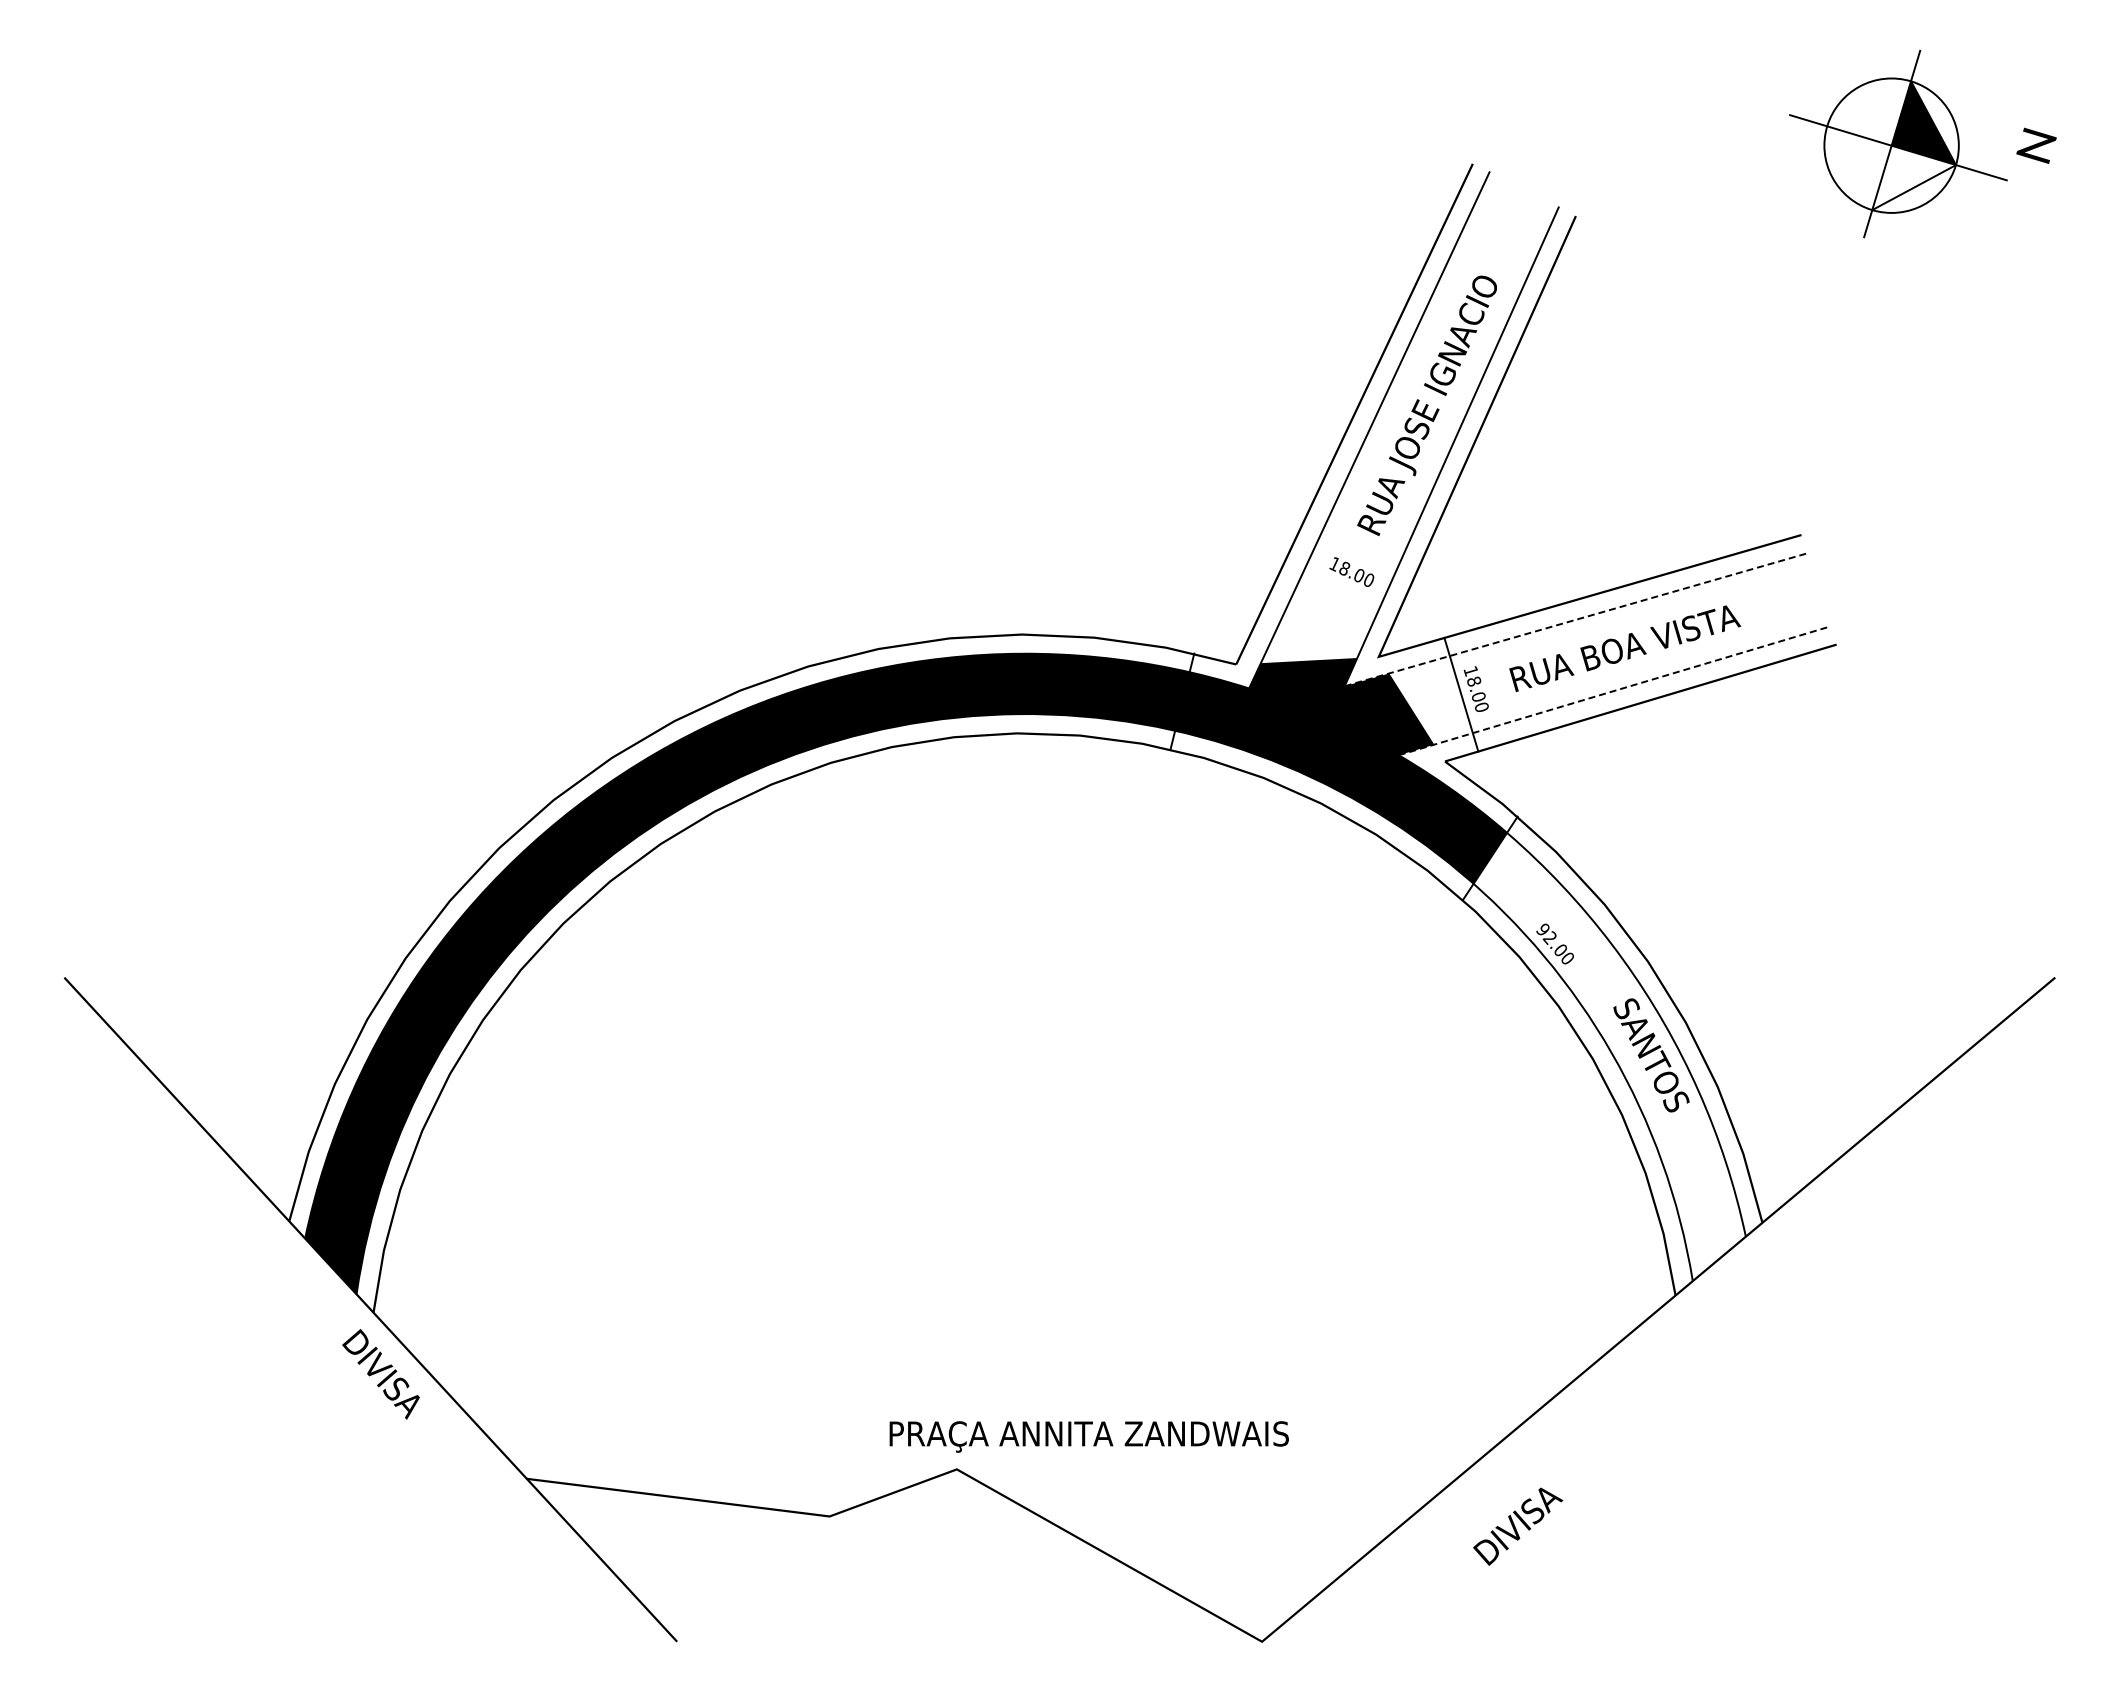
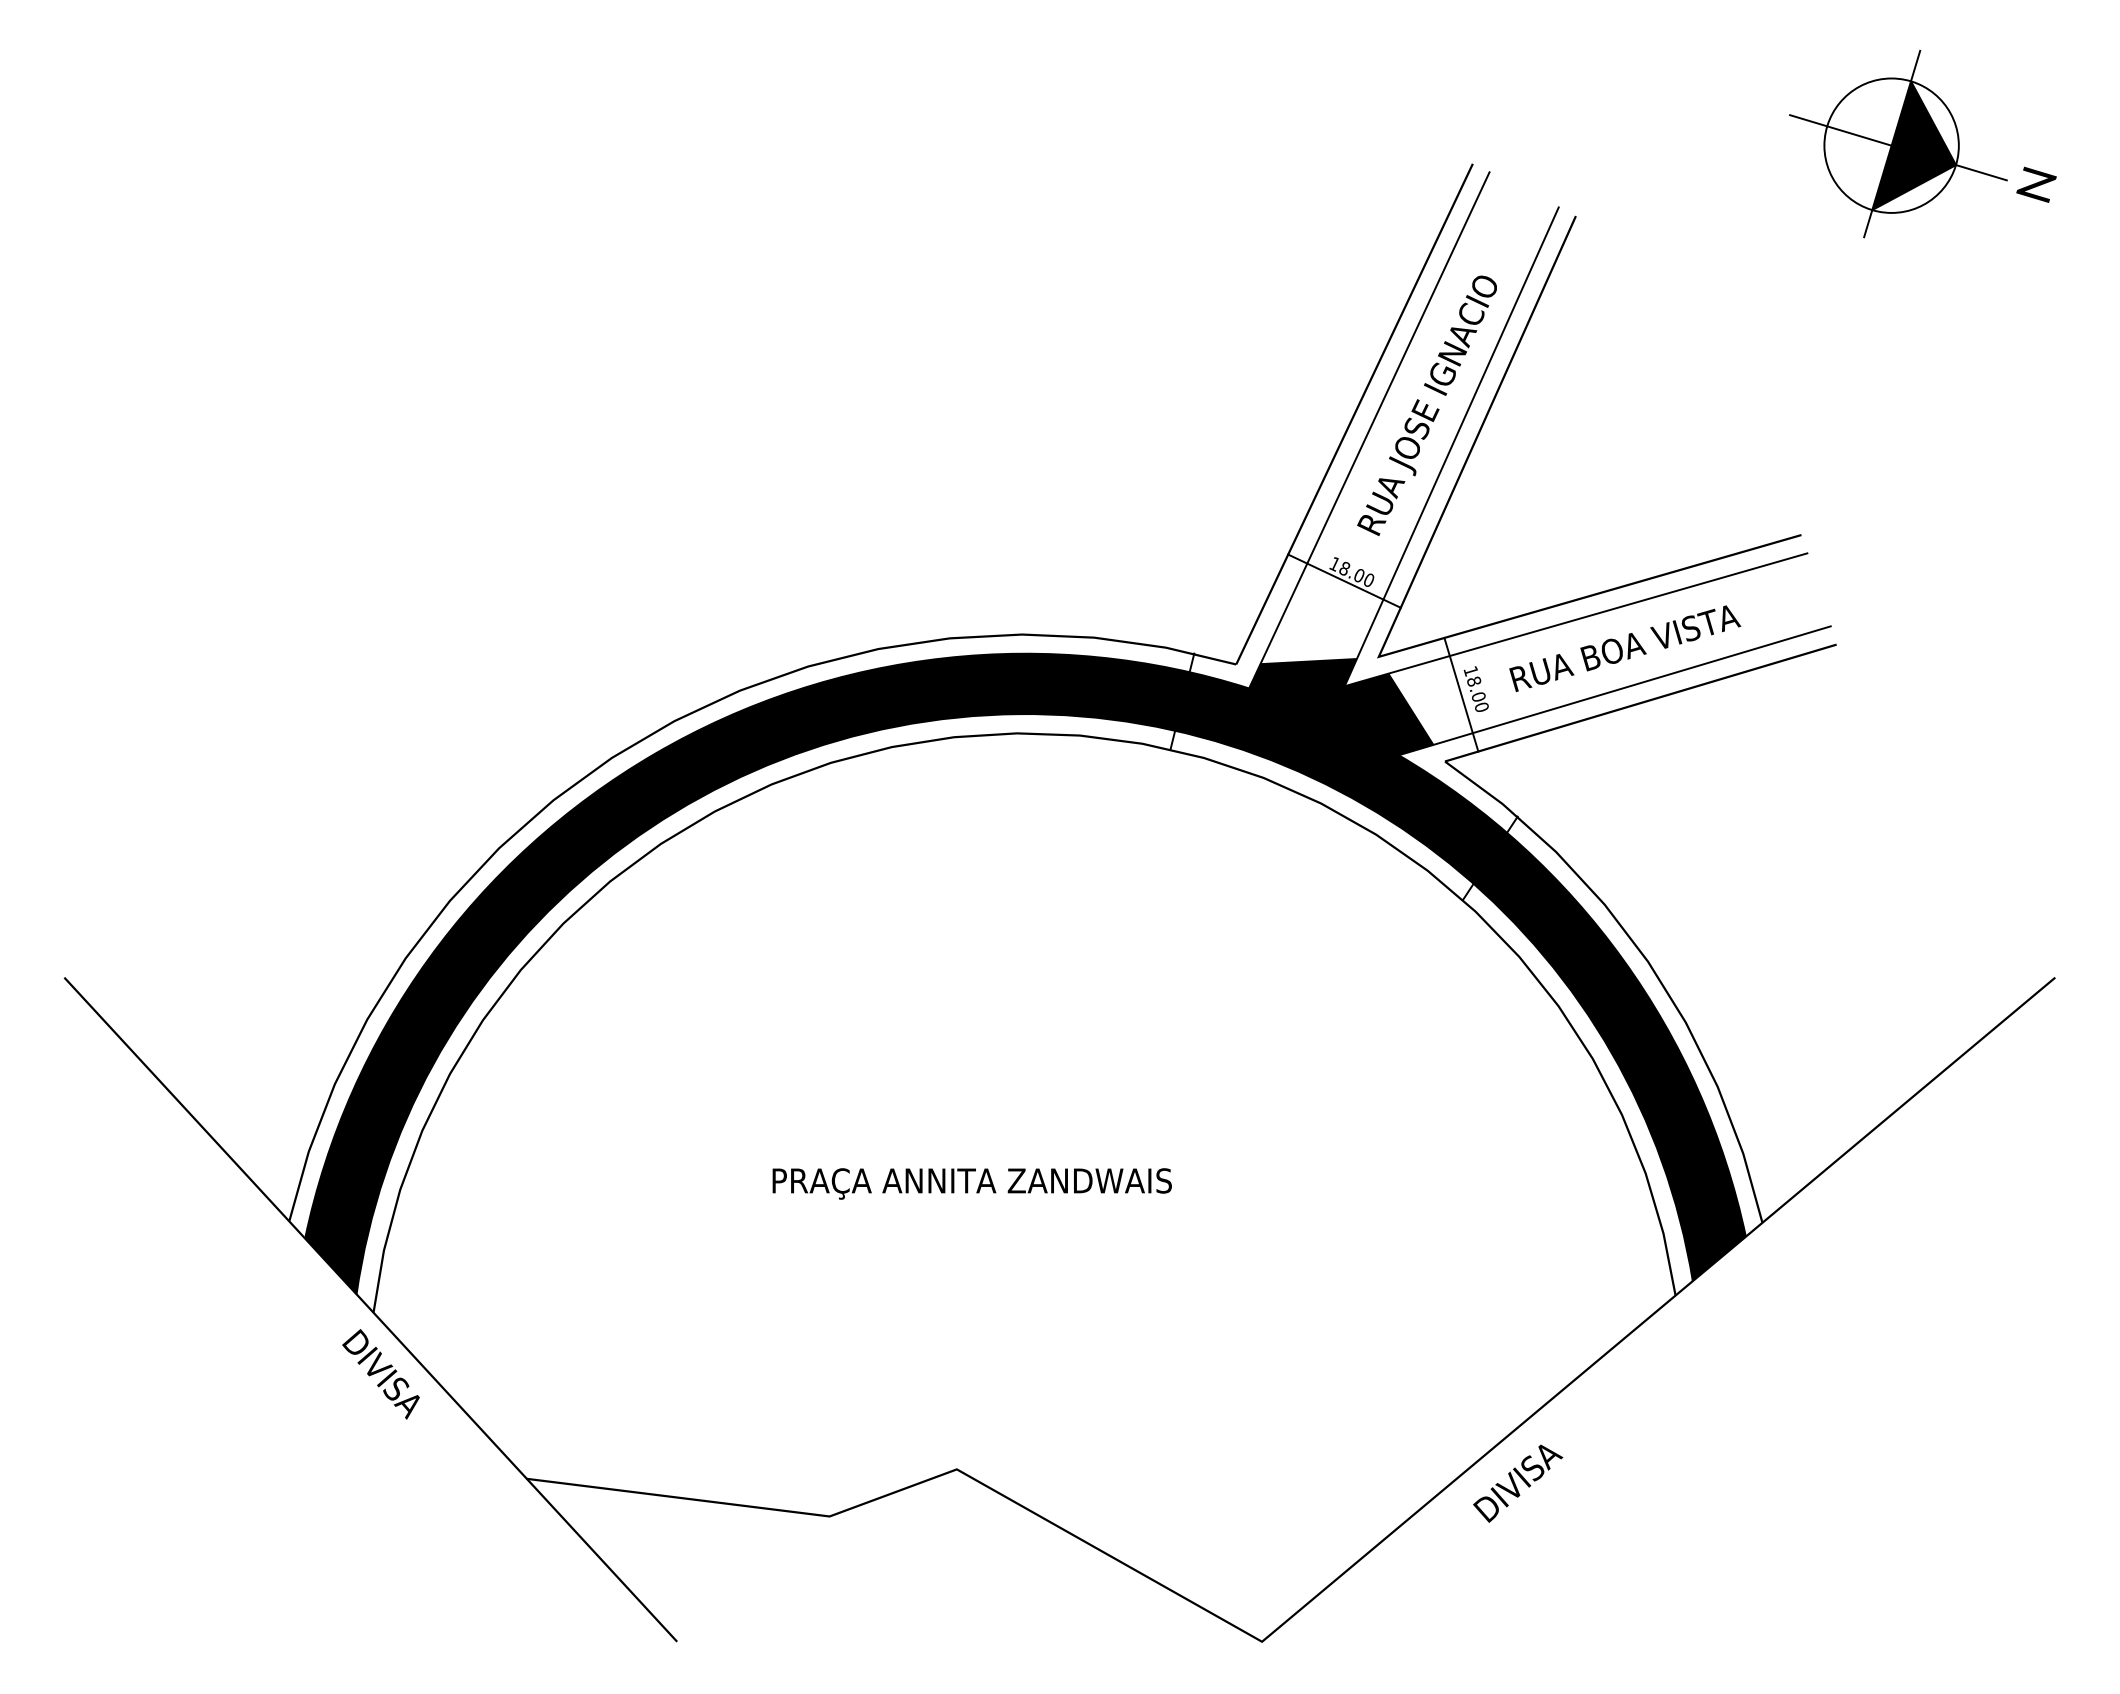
text at (2036, 145) position: (2036, 145) -> (2036, 184)
fill at (1914, 177): none -> present
line at (1344, 580): none -> present
line at (1576, 619): dashed -> solid
line at (1615, 690): dashed -> solid
fill at (1609, 1056): none -> present
text at (1088, 1436) position: (1088, 1436) -> (971, 1183)
text at (1518, 1526) position: (1518, 1526) -> (1518, 1483)
